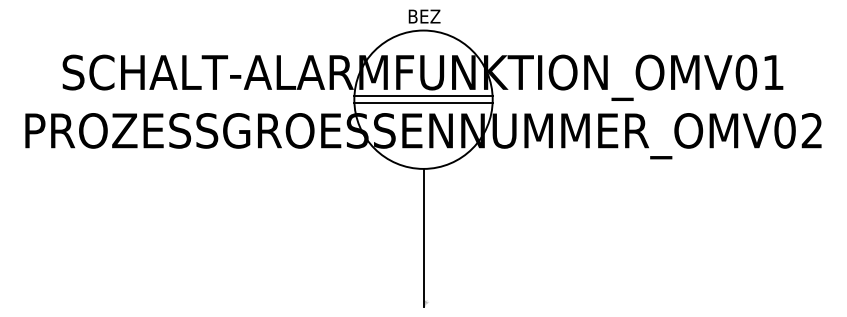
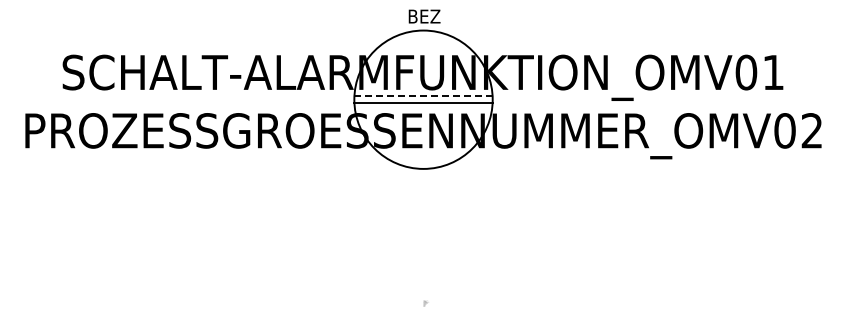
line at (424, 96): solid -> dashed
line at (423, 237): present -> none
